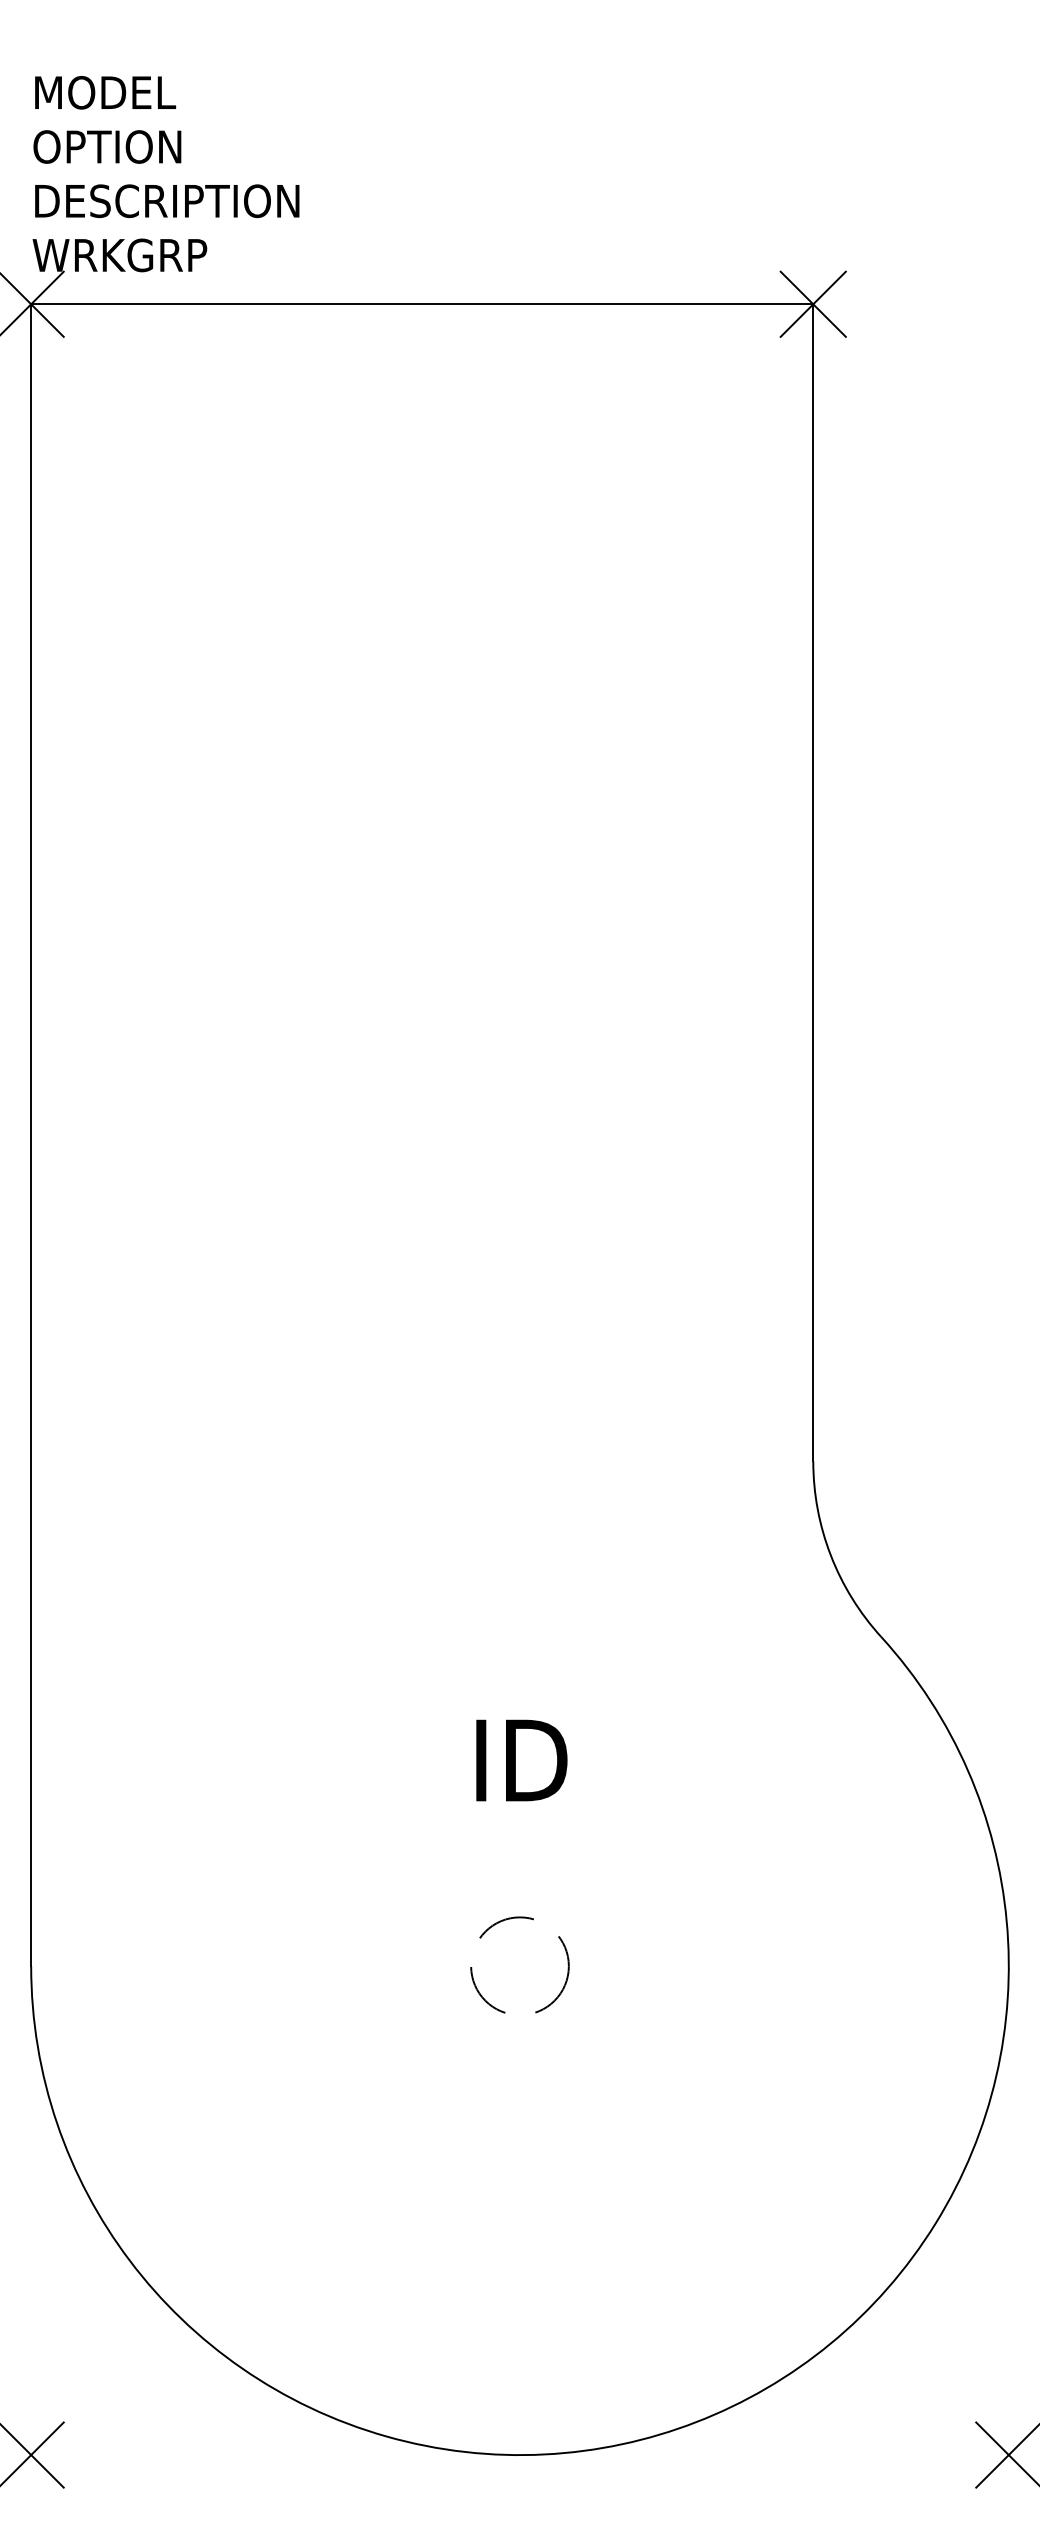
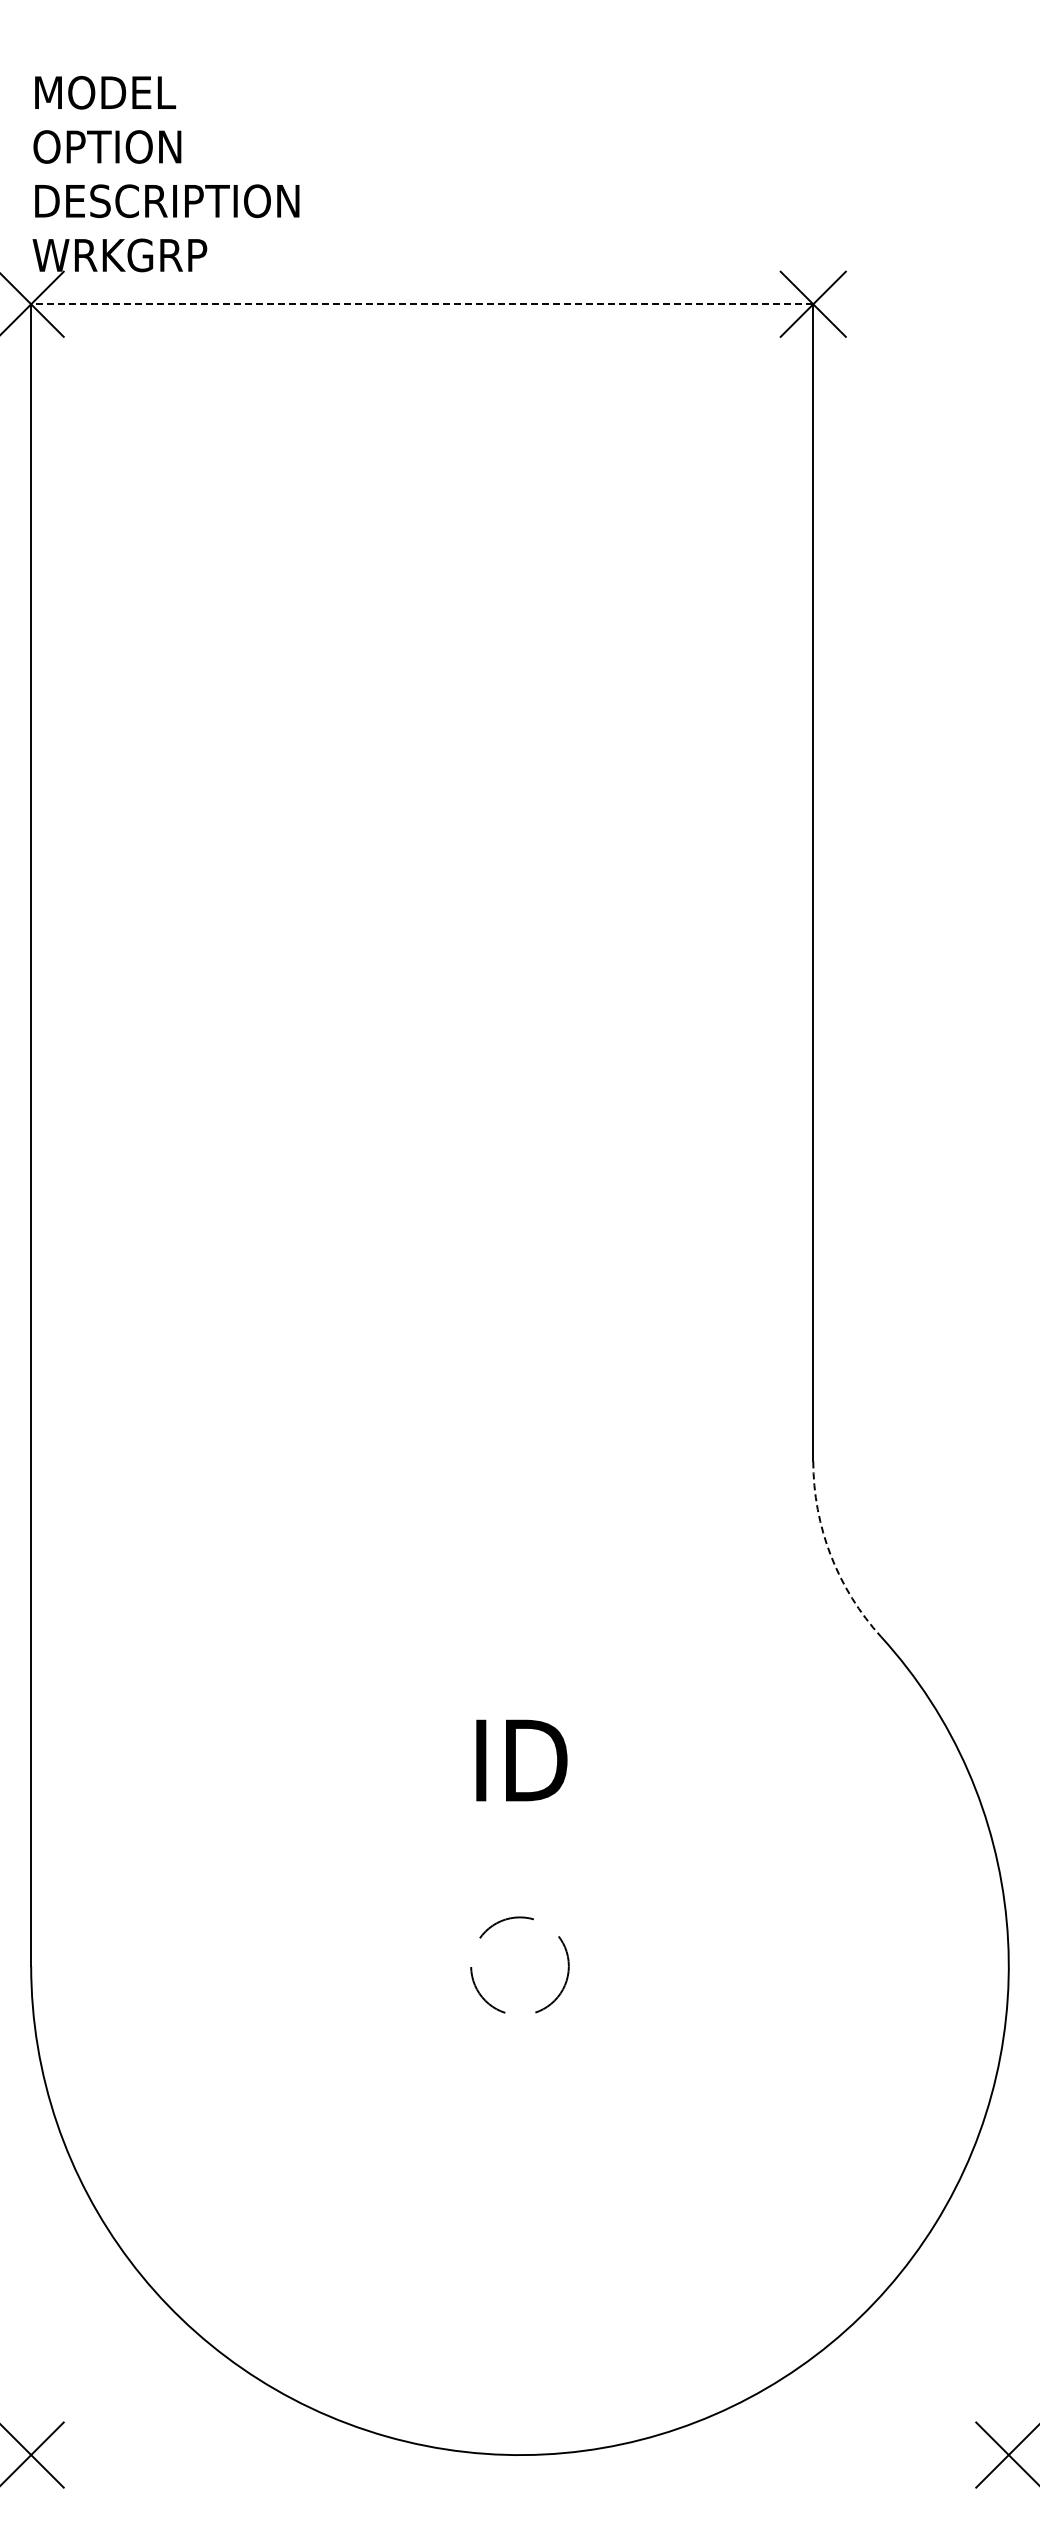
line at (421, 304): solid -> dashed
arc at (830, 1555): solid -> dashed
